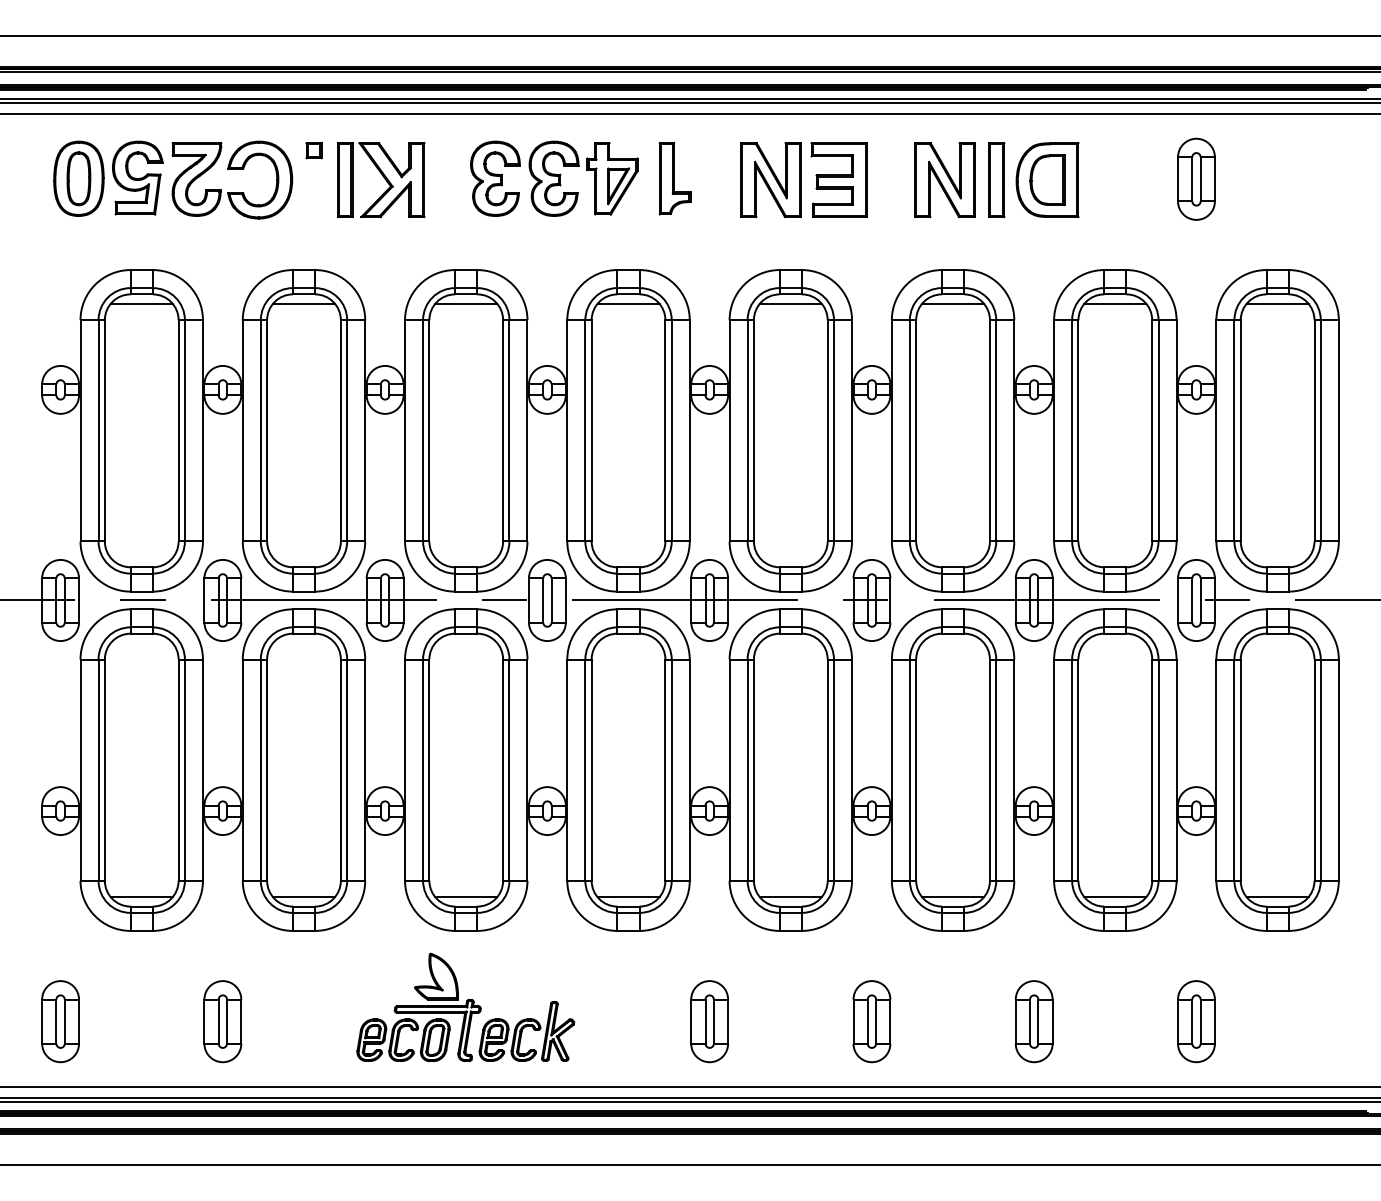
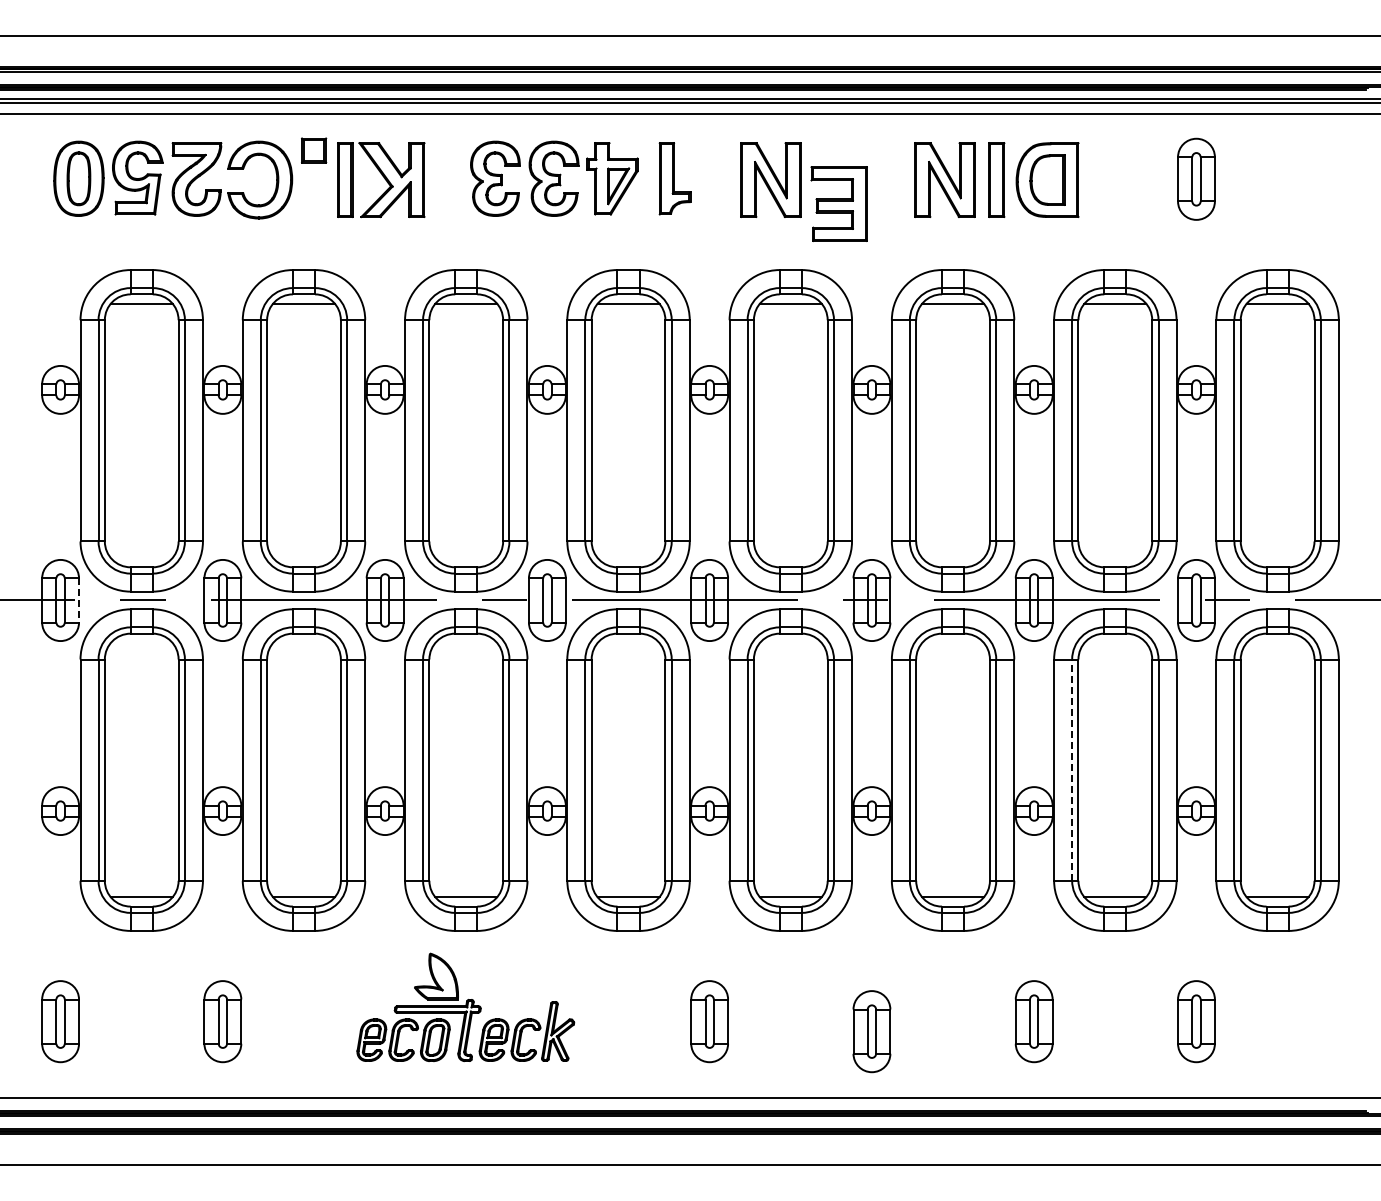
part at (313, 150) size: 18x18 px -> 27x27 px
part at (838, 179) position: (838, 179) -> (838, 203)
line at (79, 600): solid -> dashed
line at (1072, 770): solid -> dashed
part at (871, 1021) position: (871, 1021) -> (871, 1031)
line at (689, 1087): present -> none
line at (689, 1102): present -> none
